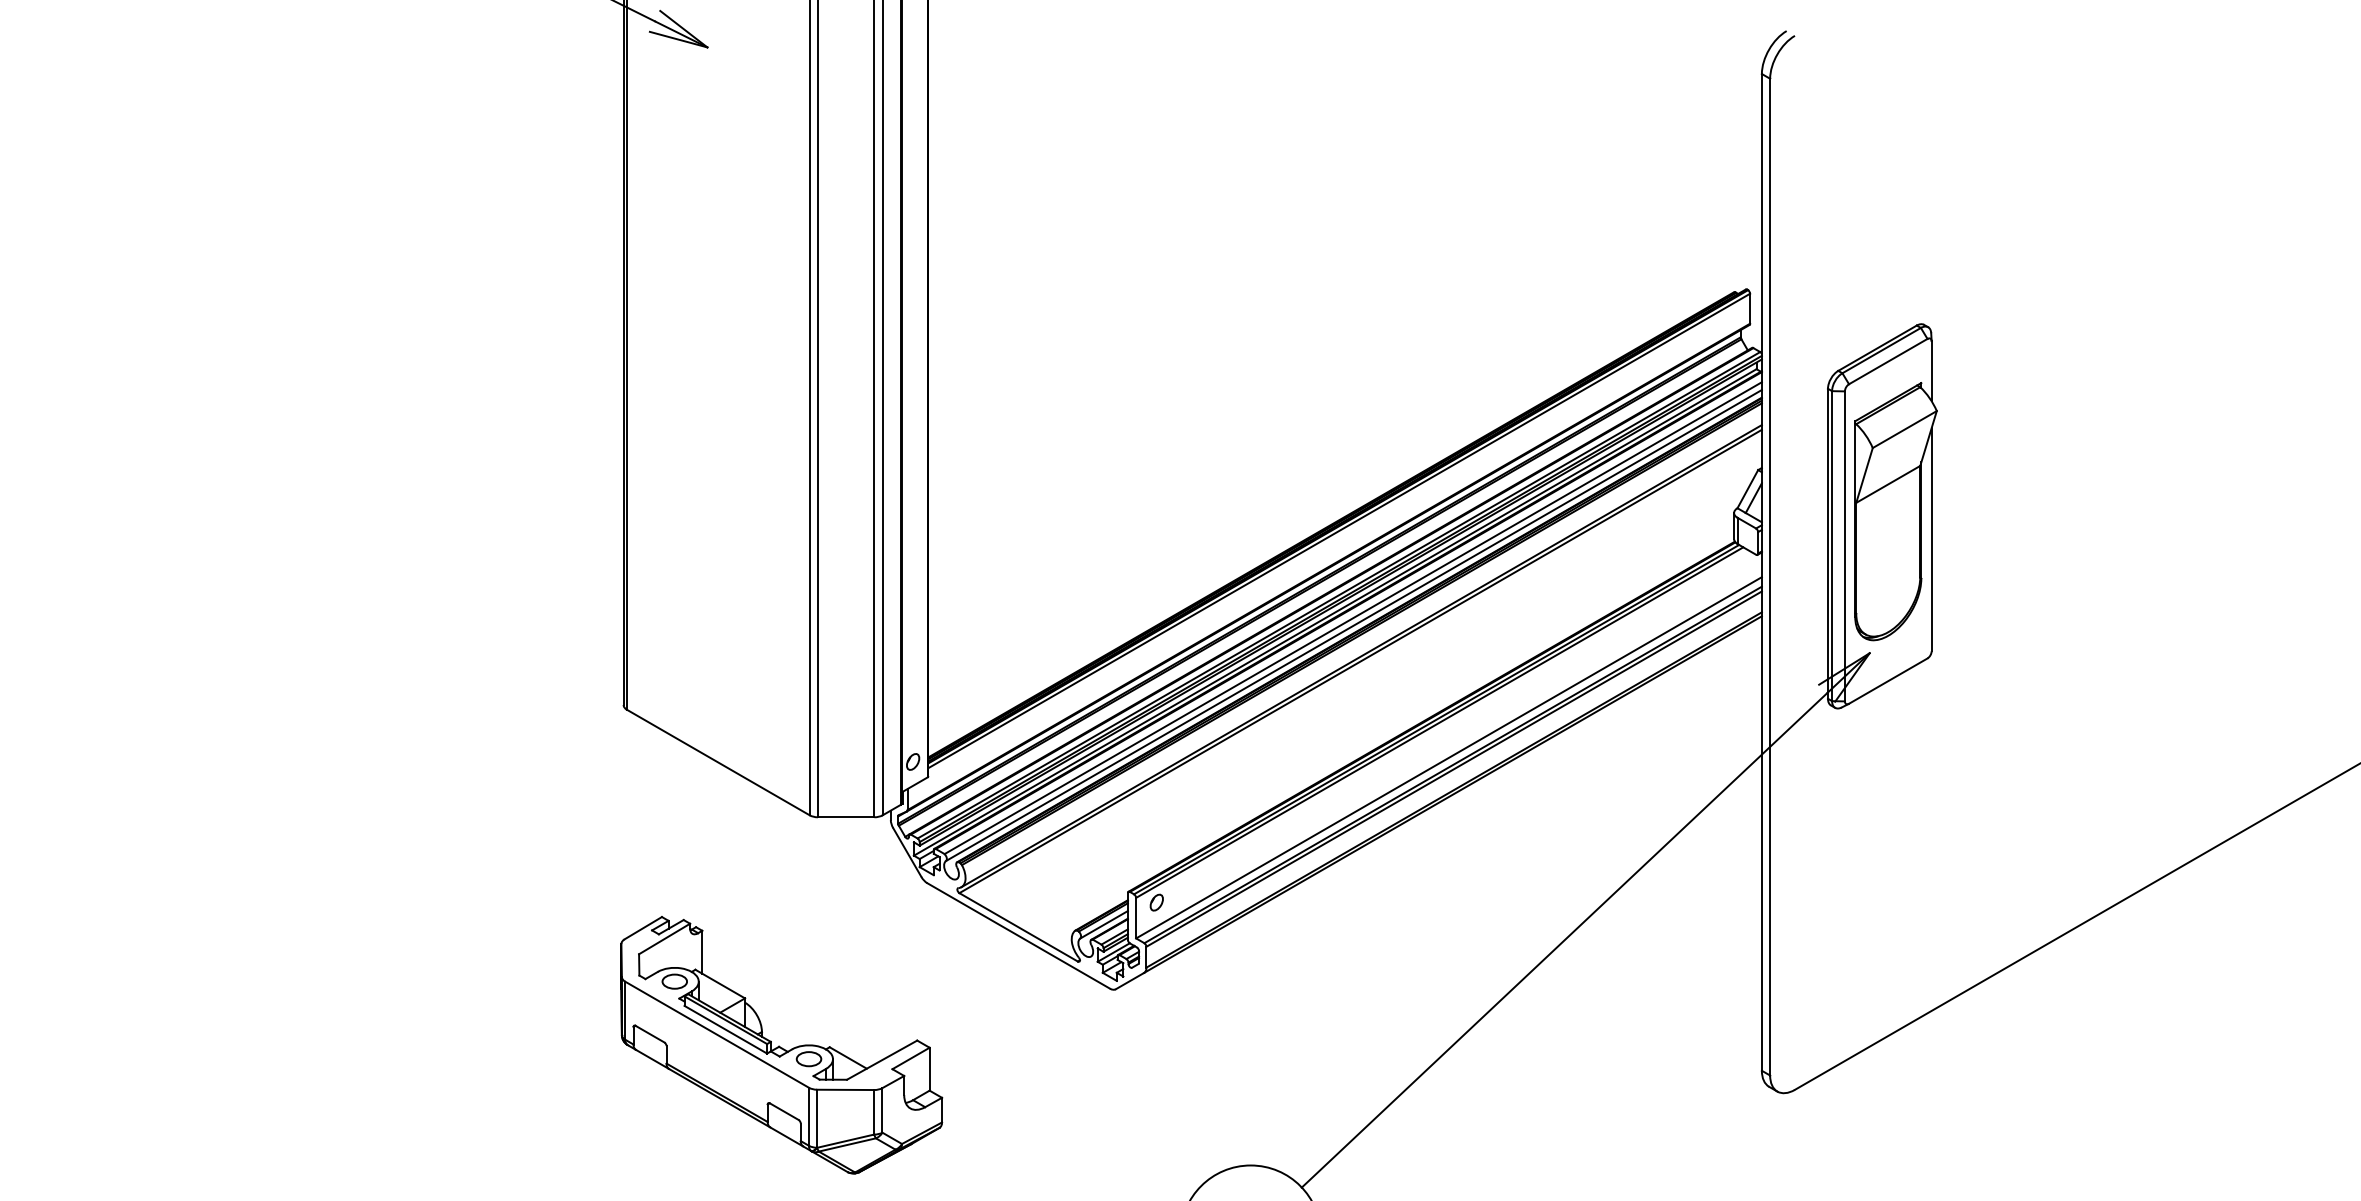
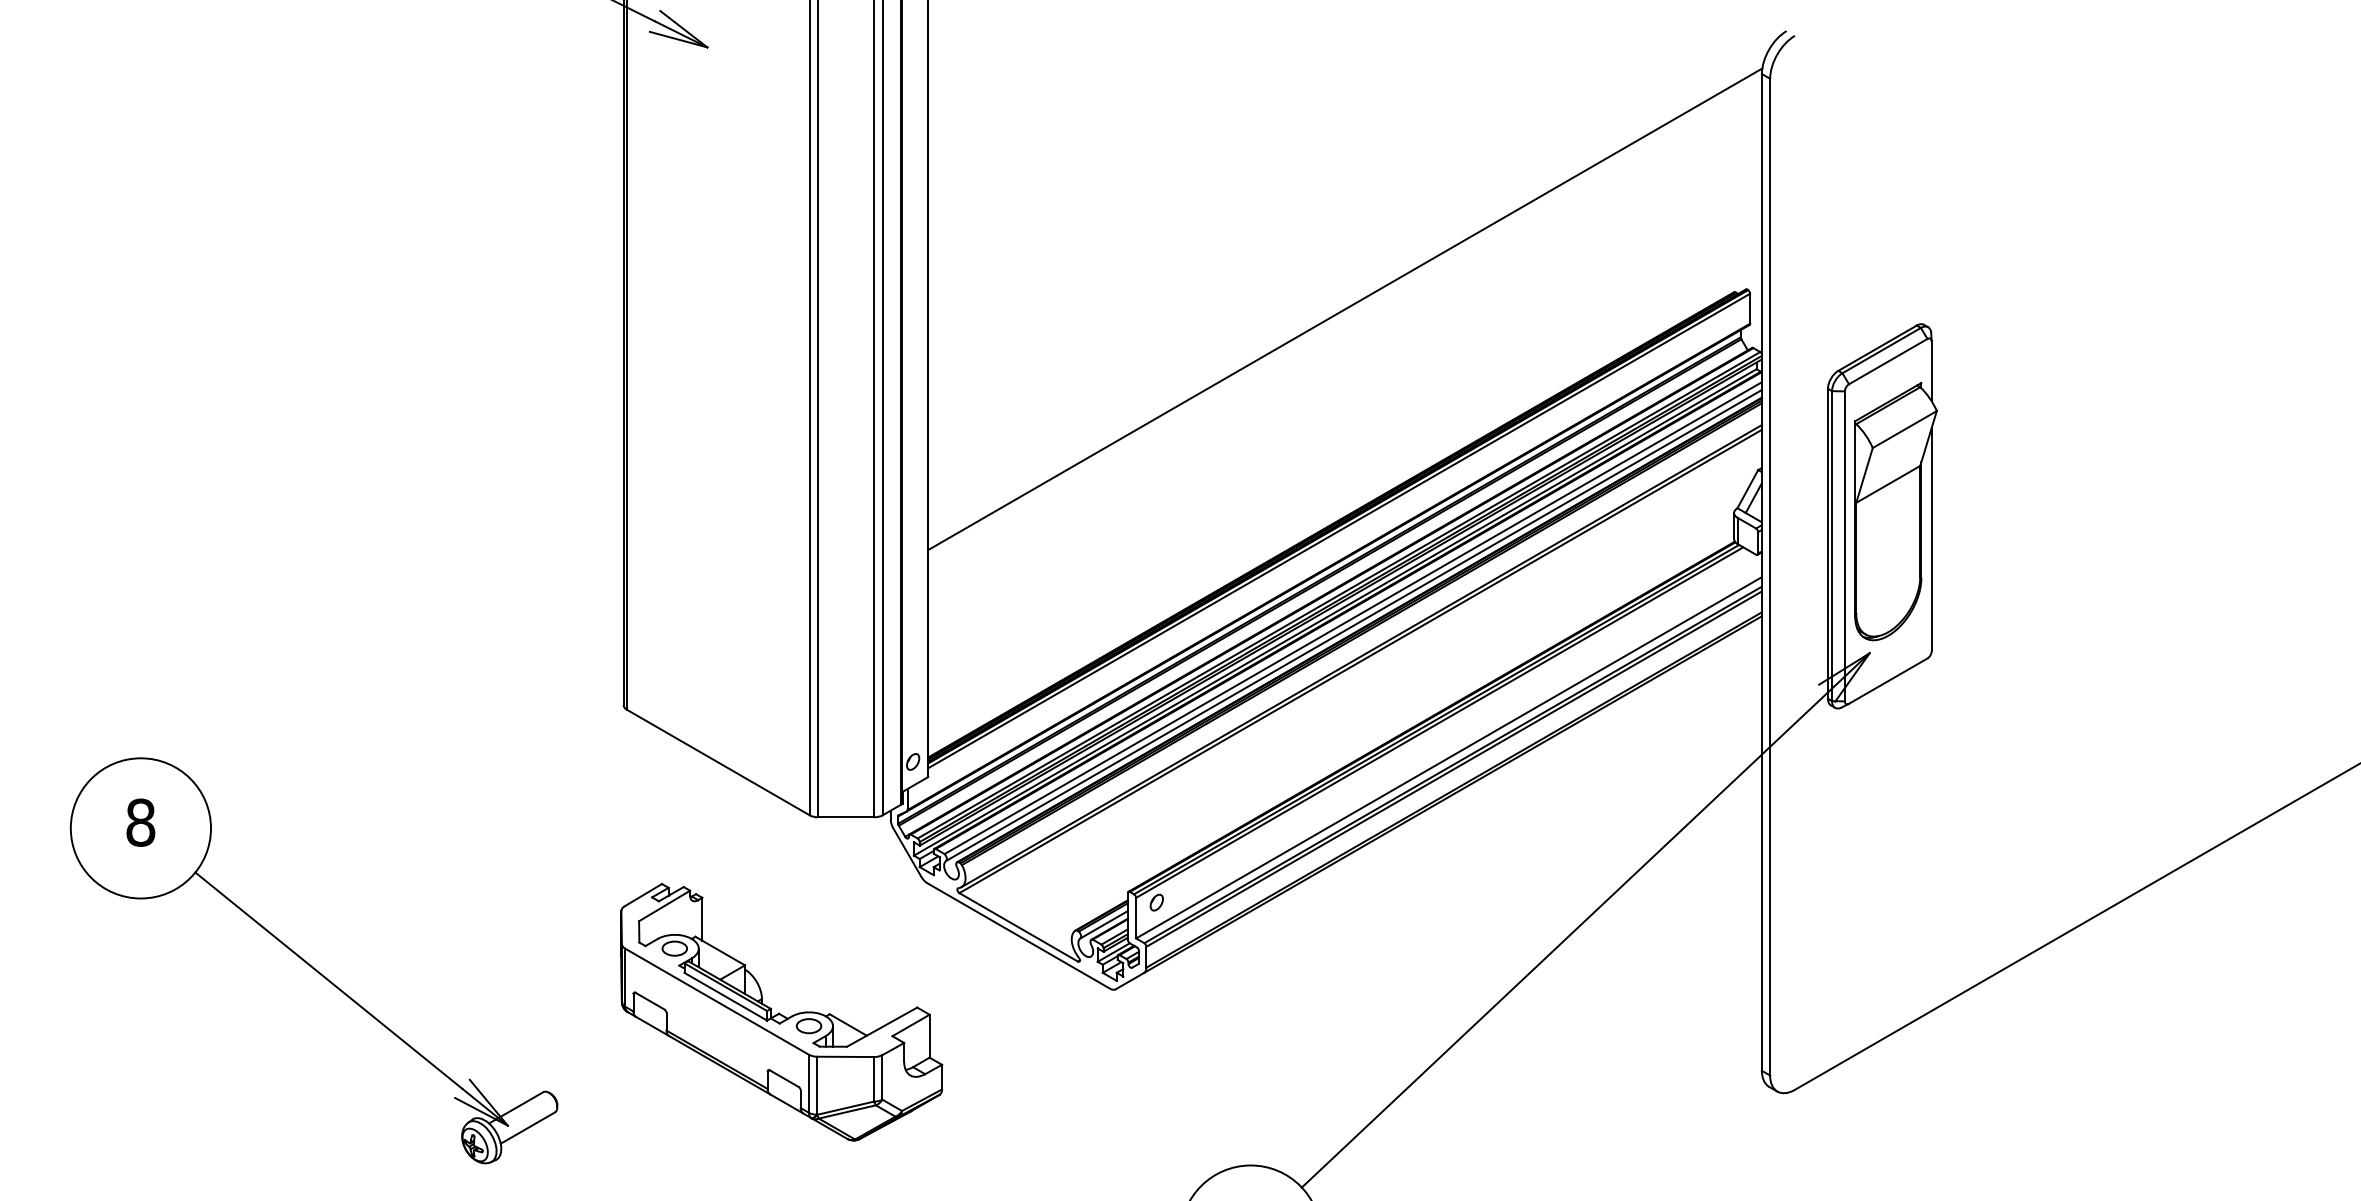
line at (1345, 308): none -> present
part at (313, 960): none -> present
part at (781, 1045) position: (781, 1045) -> (781, 1012)
